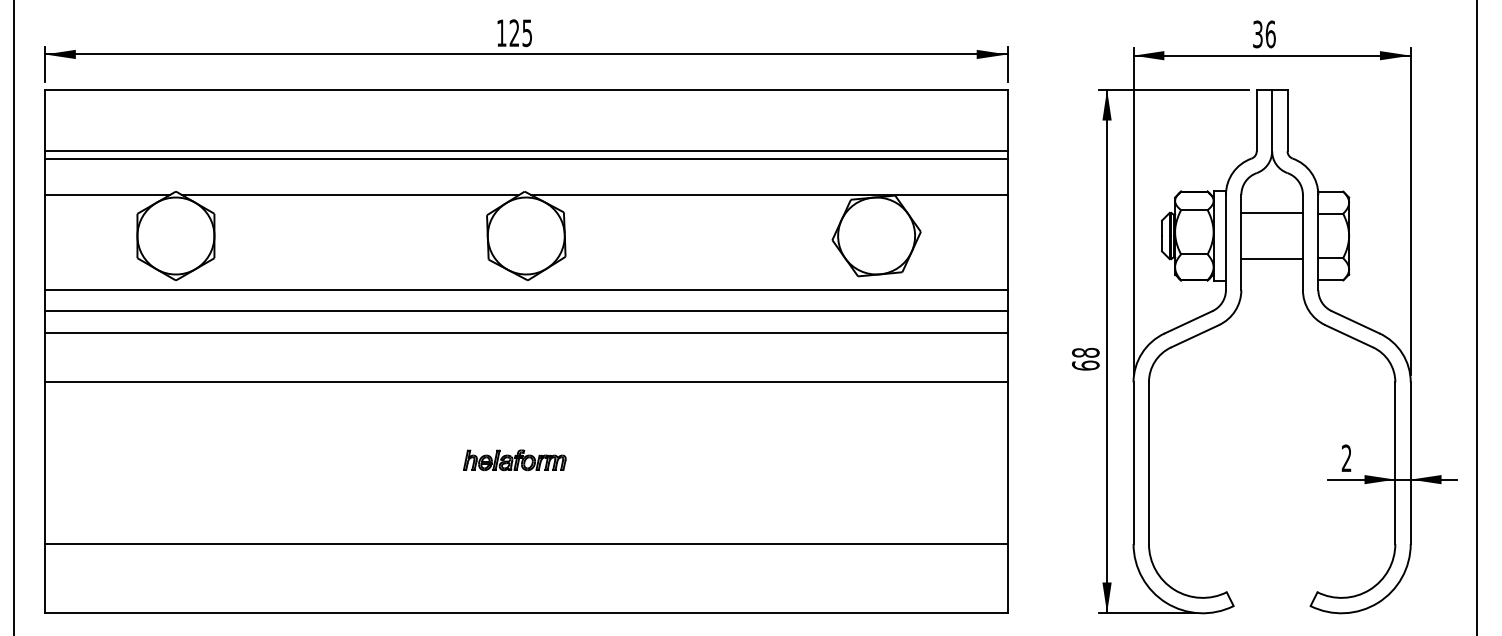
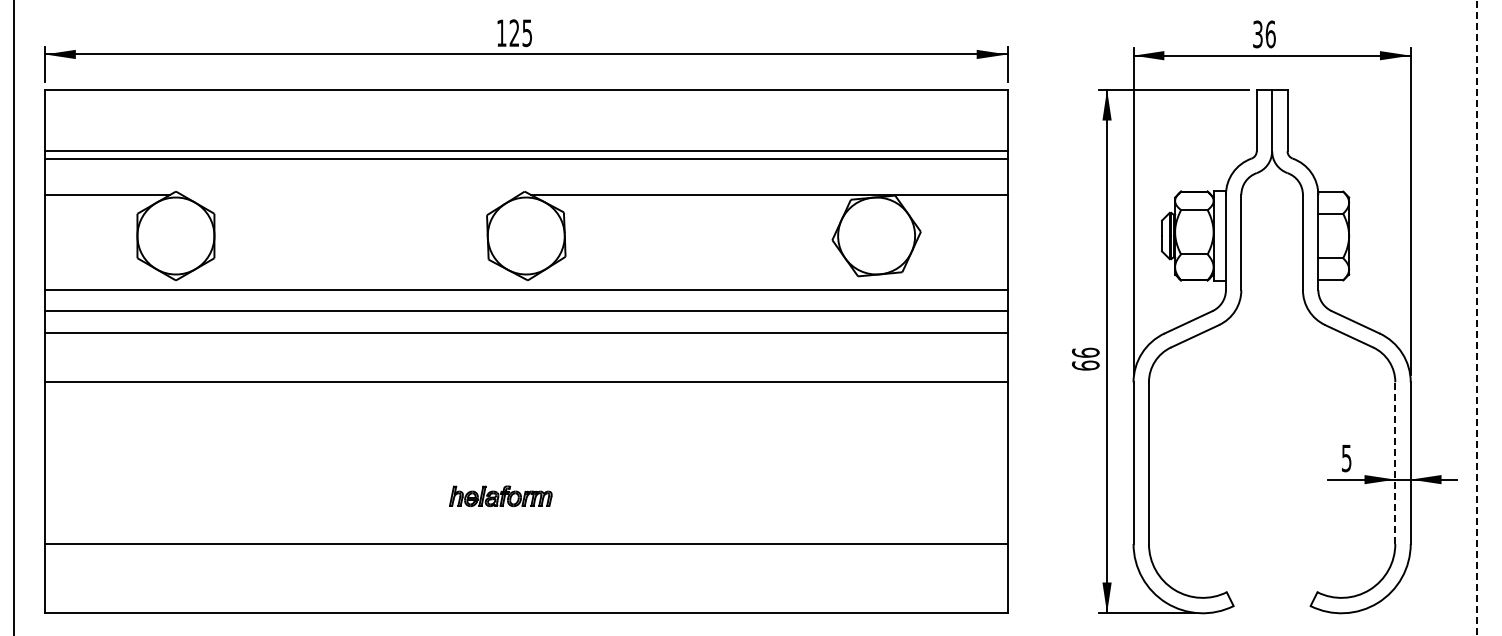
line at (350, 194): present -> none
line at (1271, 212): present -> none
line at (1271, 259): present -> none
line at (1477, 318): solid -> dashed
text at (1085, 352): 68 -> 66
text at (1346, 458): 2 -> 5
part at (514, 460) position: (514, 460) -> (500, 496)
line at (1395, 463): solid -> dashed
